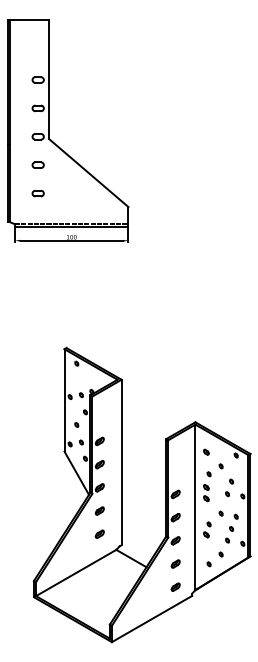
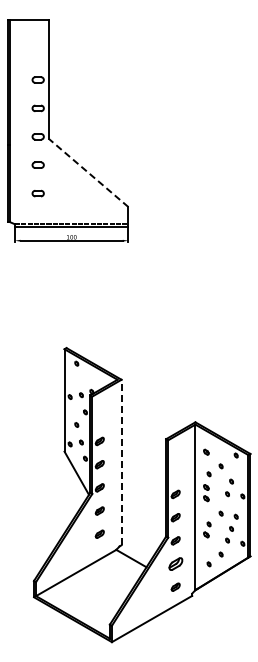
line at (88, 172): solid -> dashed
line at (121, 462): solid -> dashed
part at (175, 563) size: 11x10 px -> 16x14 px
